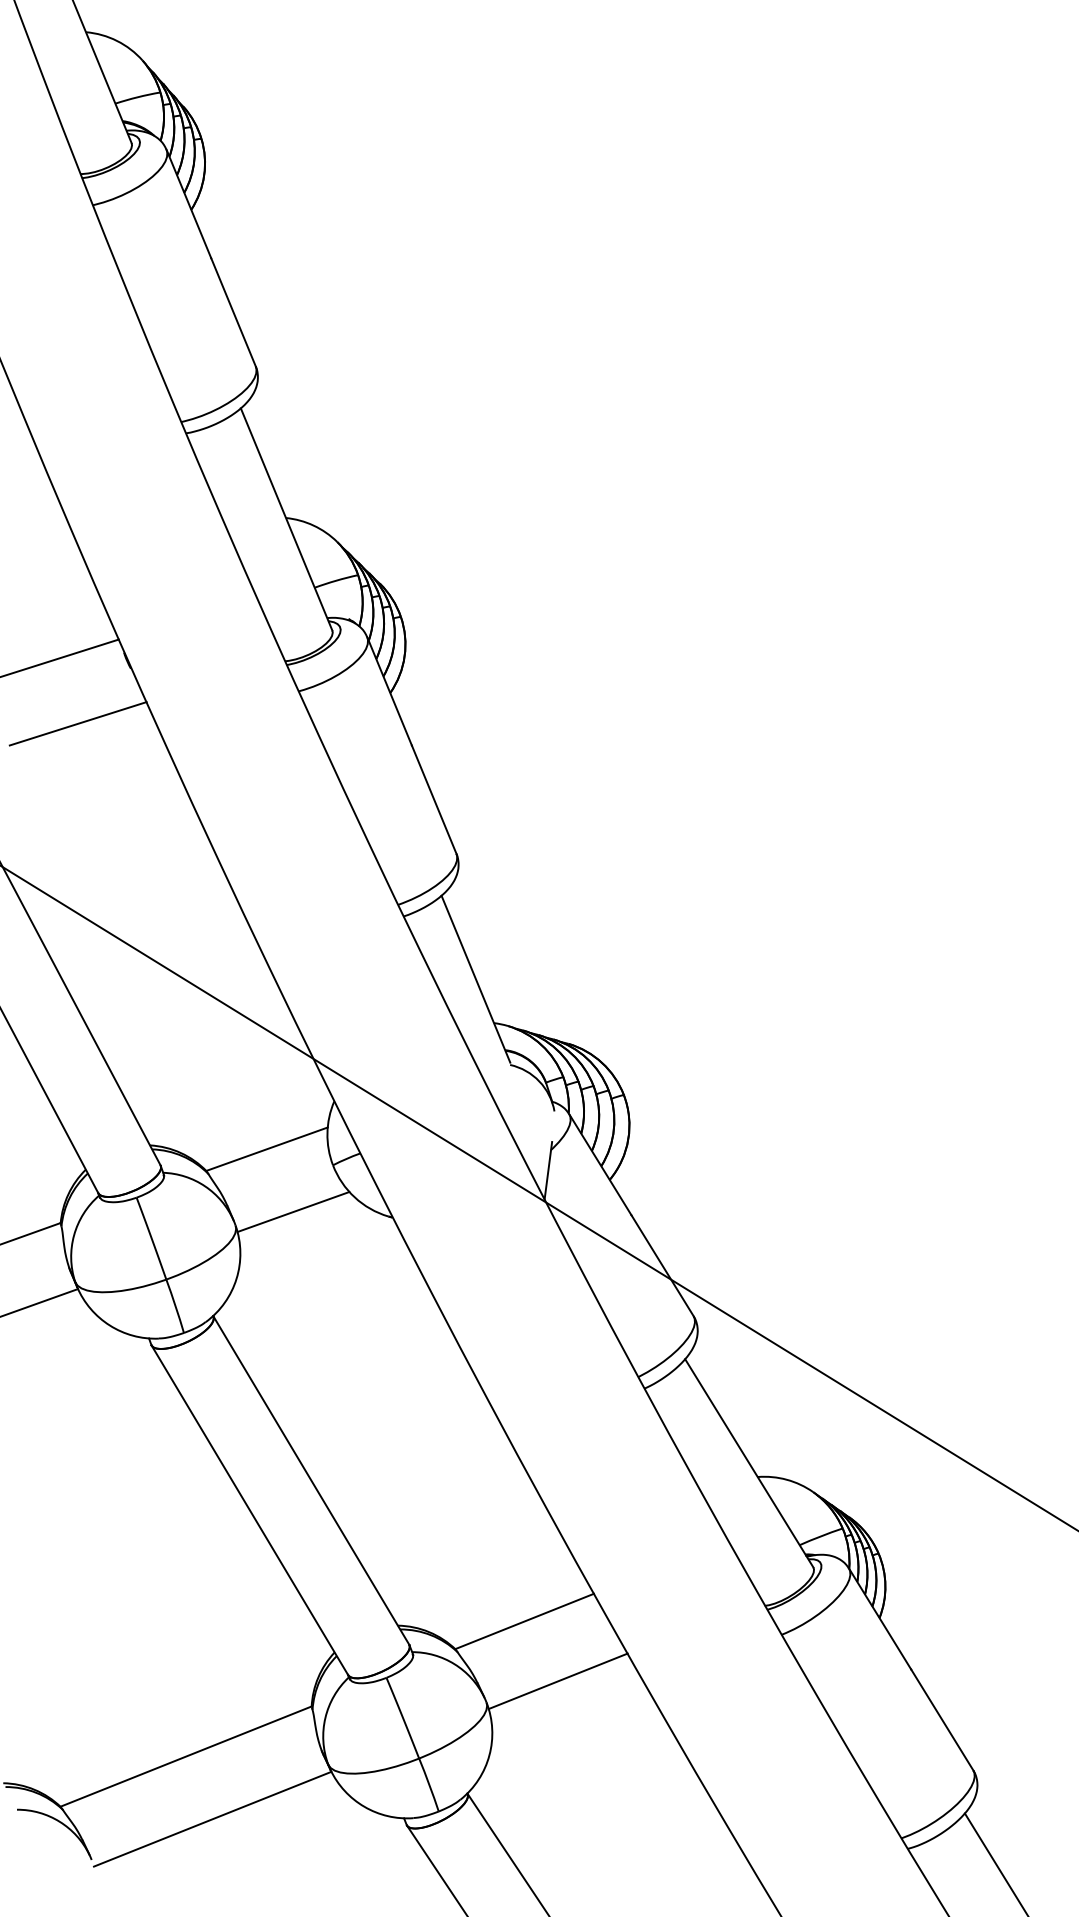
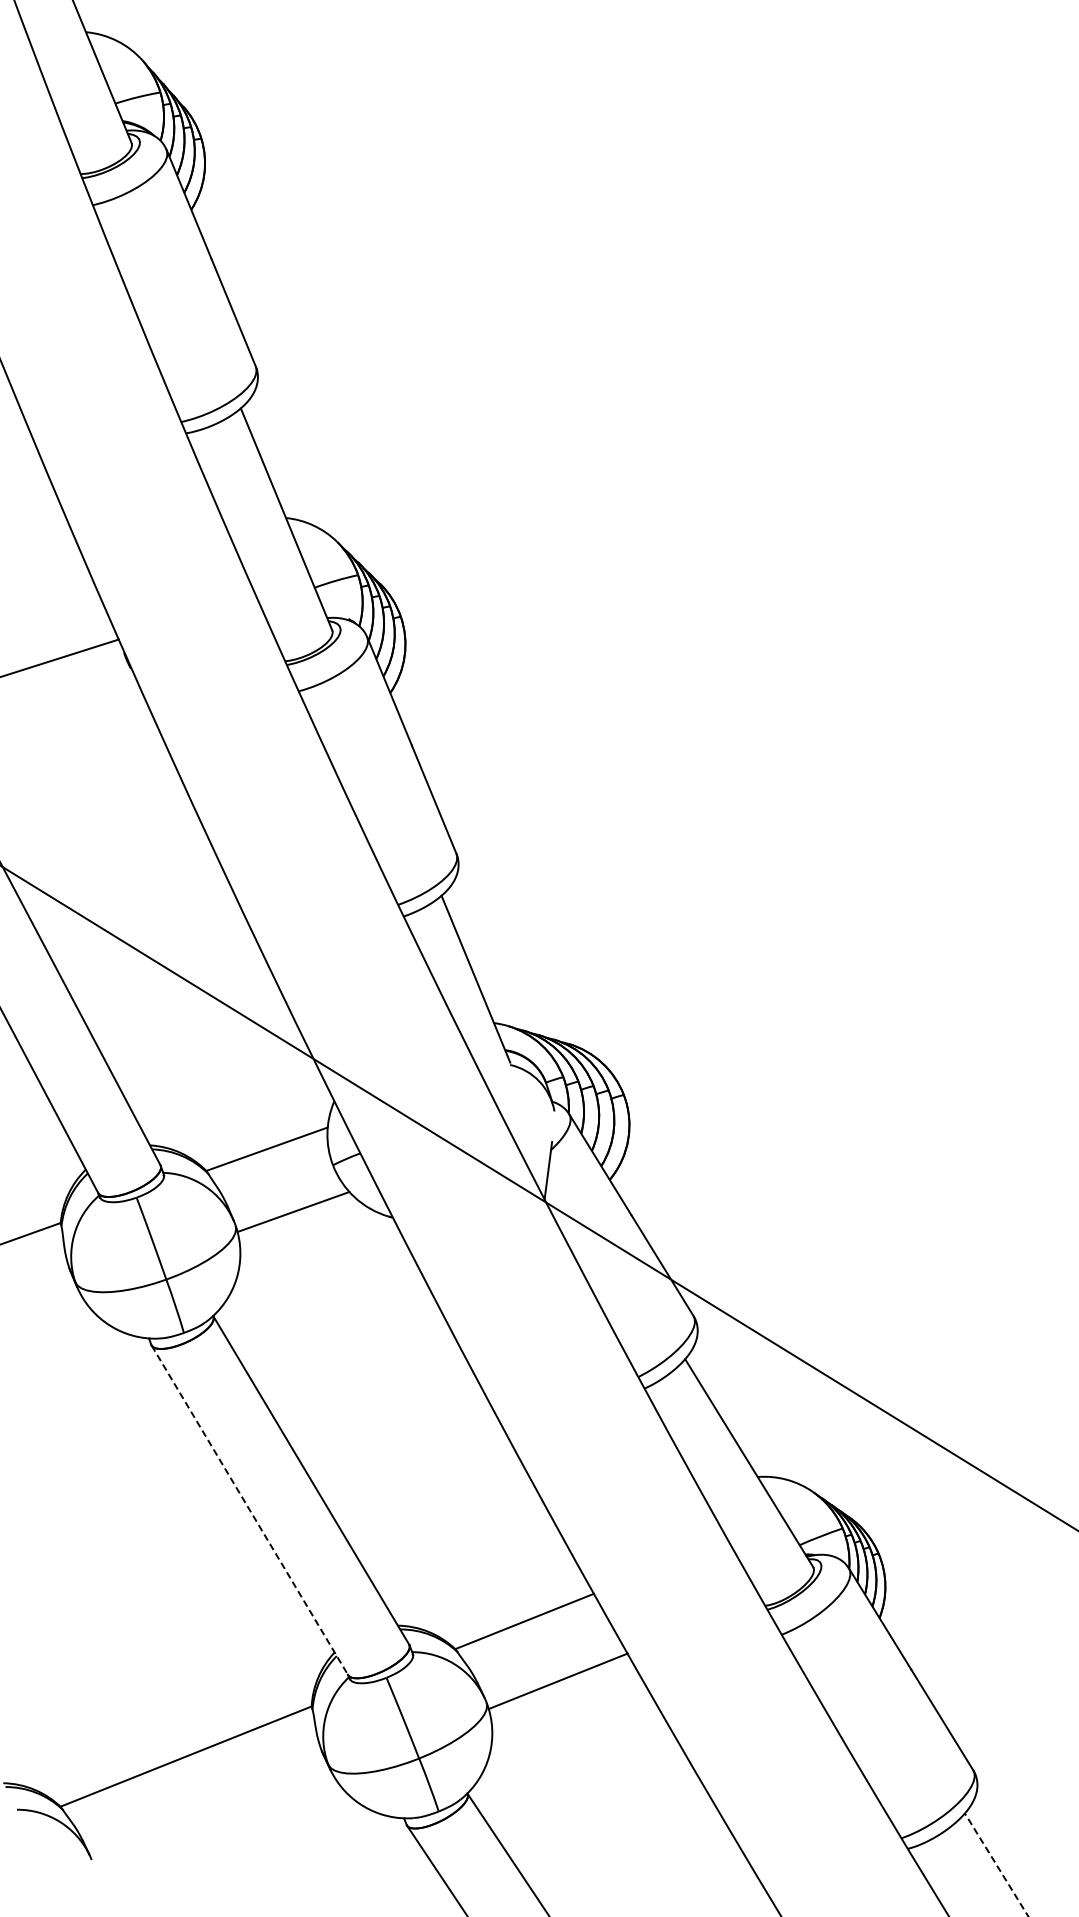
line at (77, 723): present -> none
line at (40, 1302): present -> none
line at (249, 1510): solid -> dashed
line at (212, 1818): present -> none
line at (996, 1864): solid -> dashed
